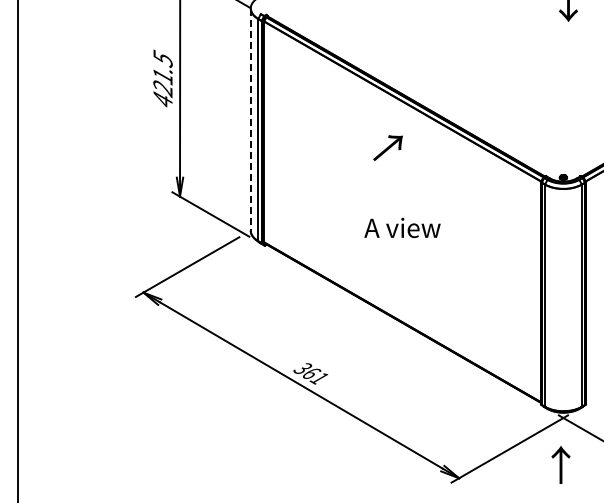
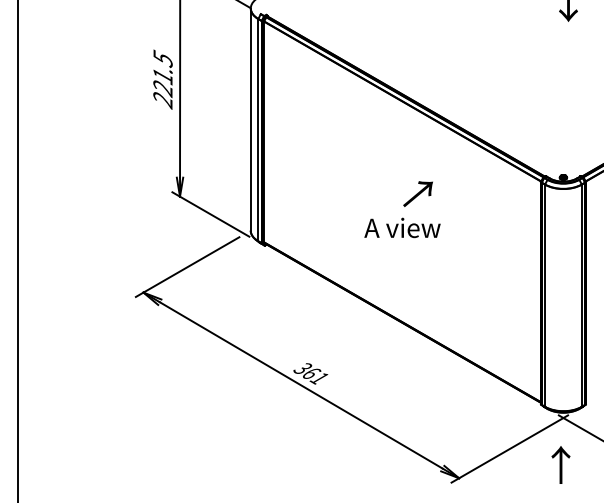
text at (162, 100): 421.5 -> 221.5
line at (250, 120): dashed -> solid
text at (387, 147) position: (387, 147) -> (417, 193)
